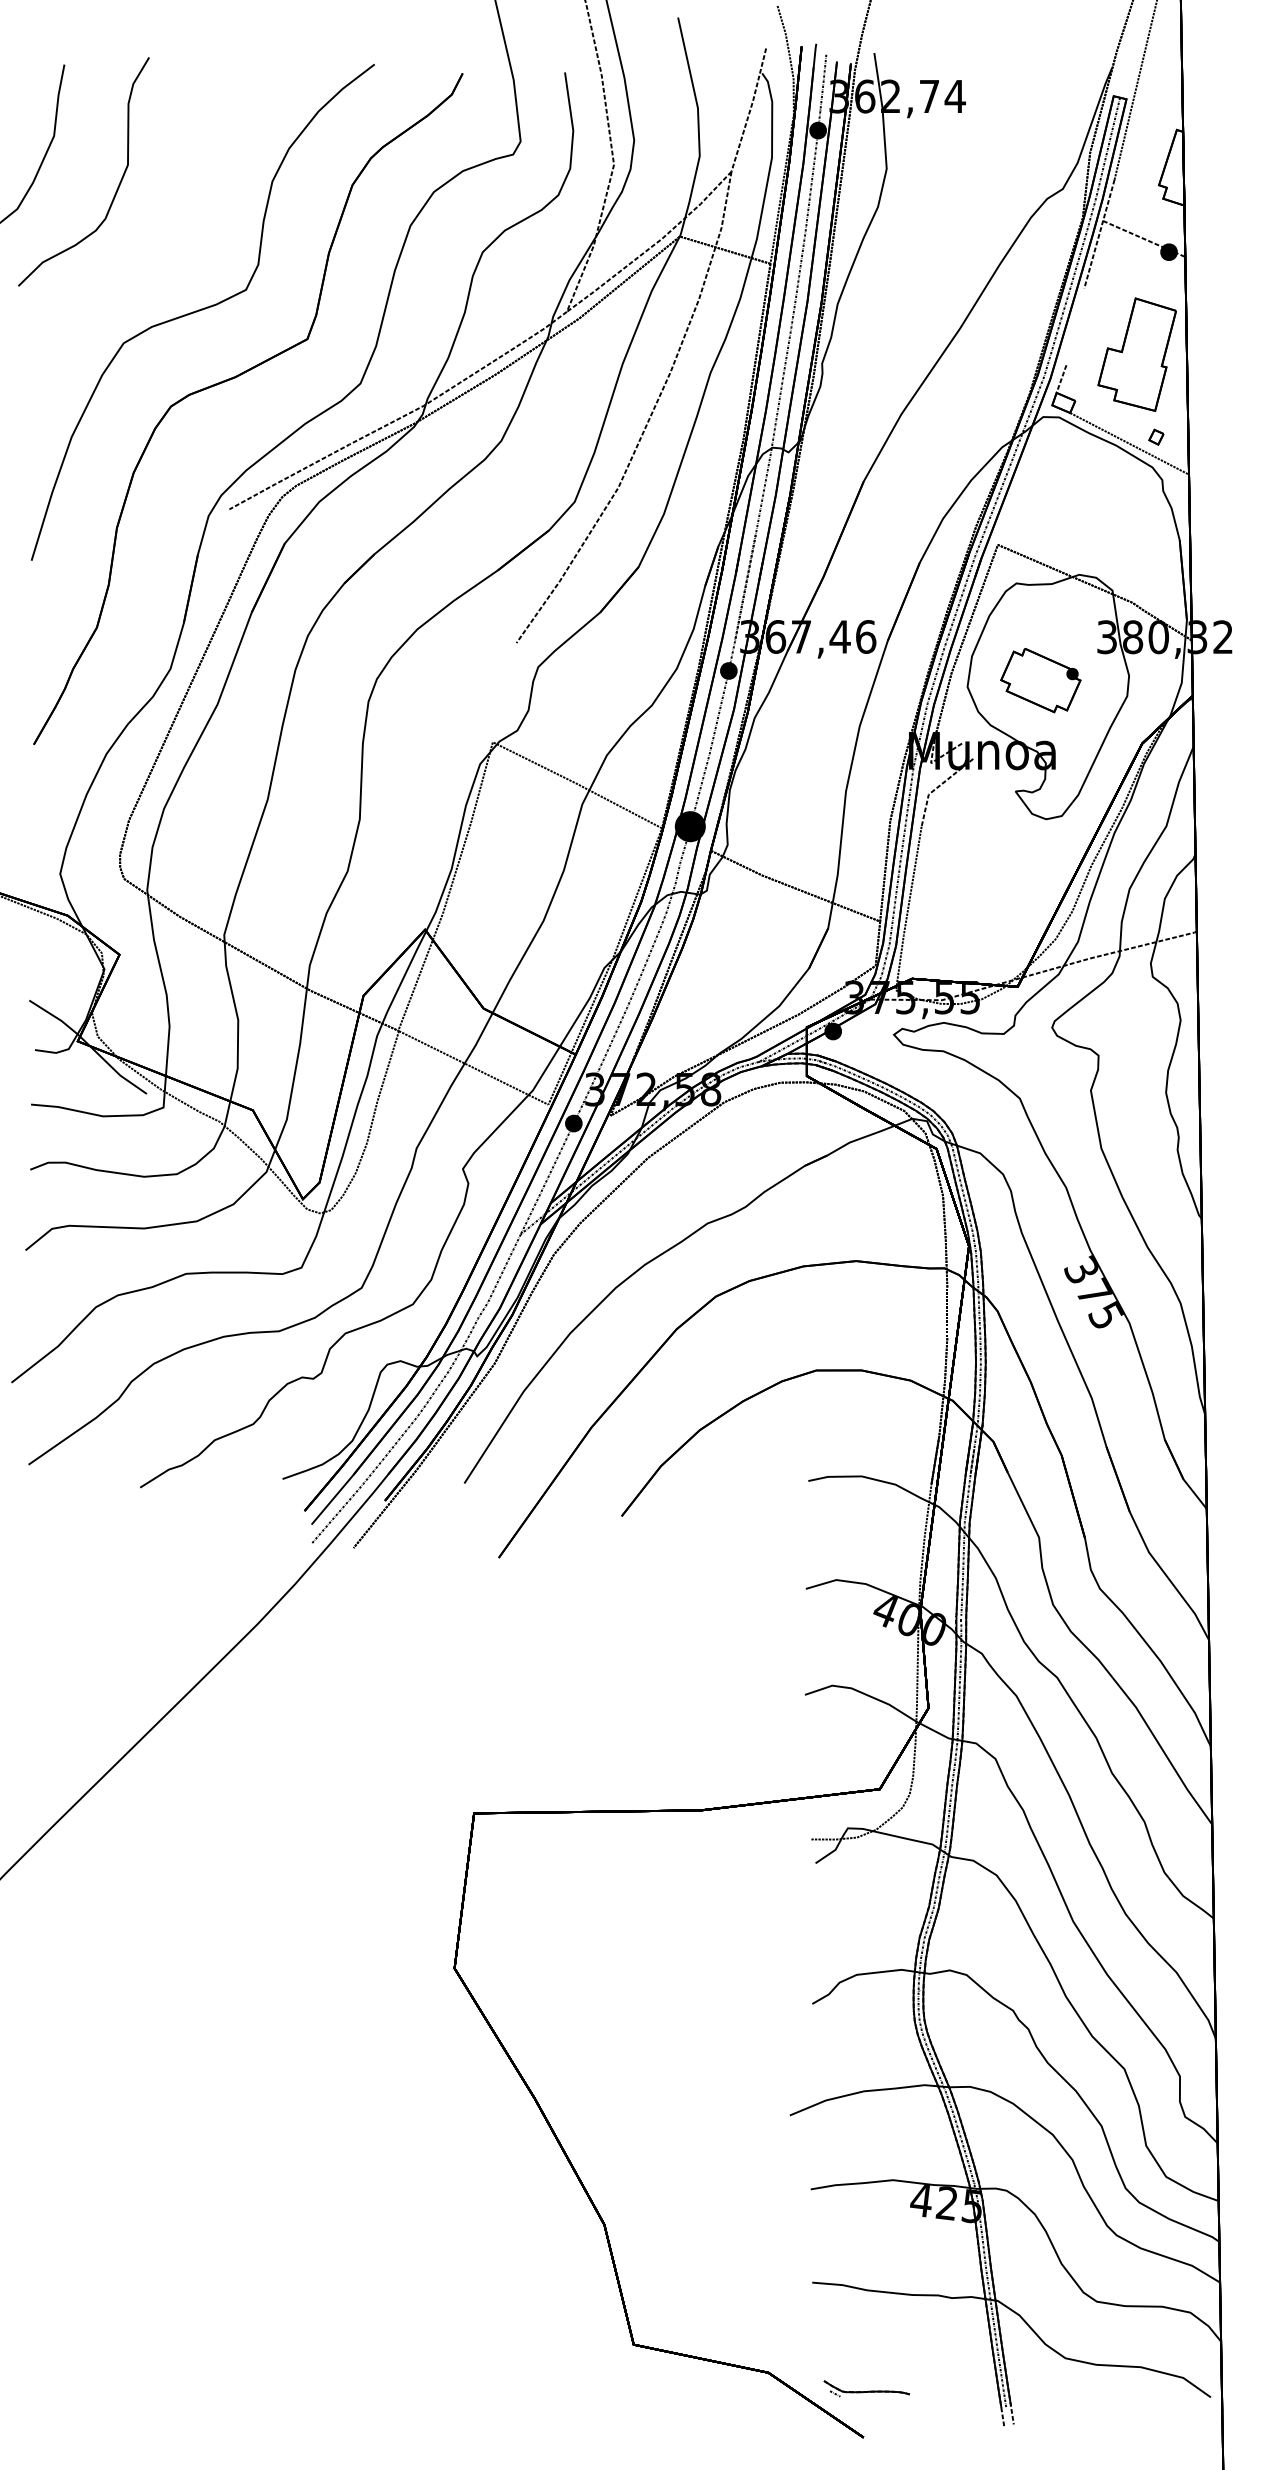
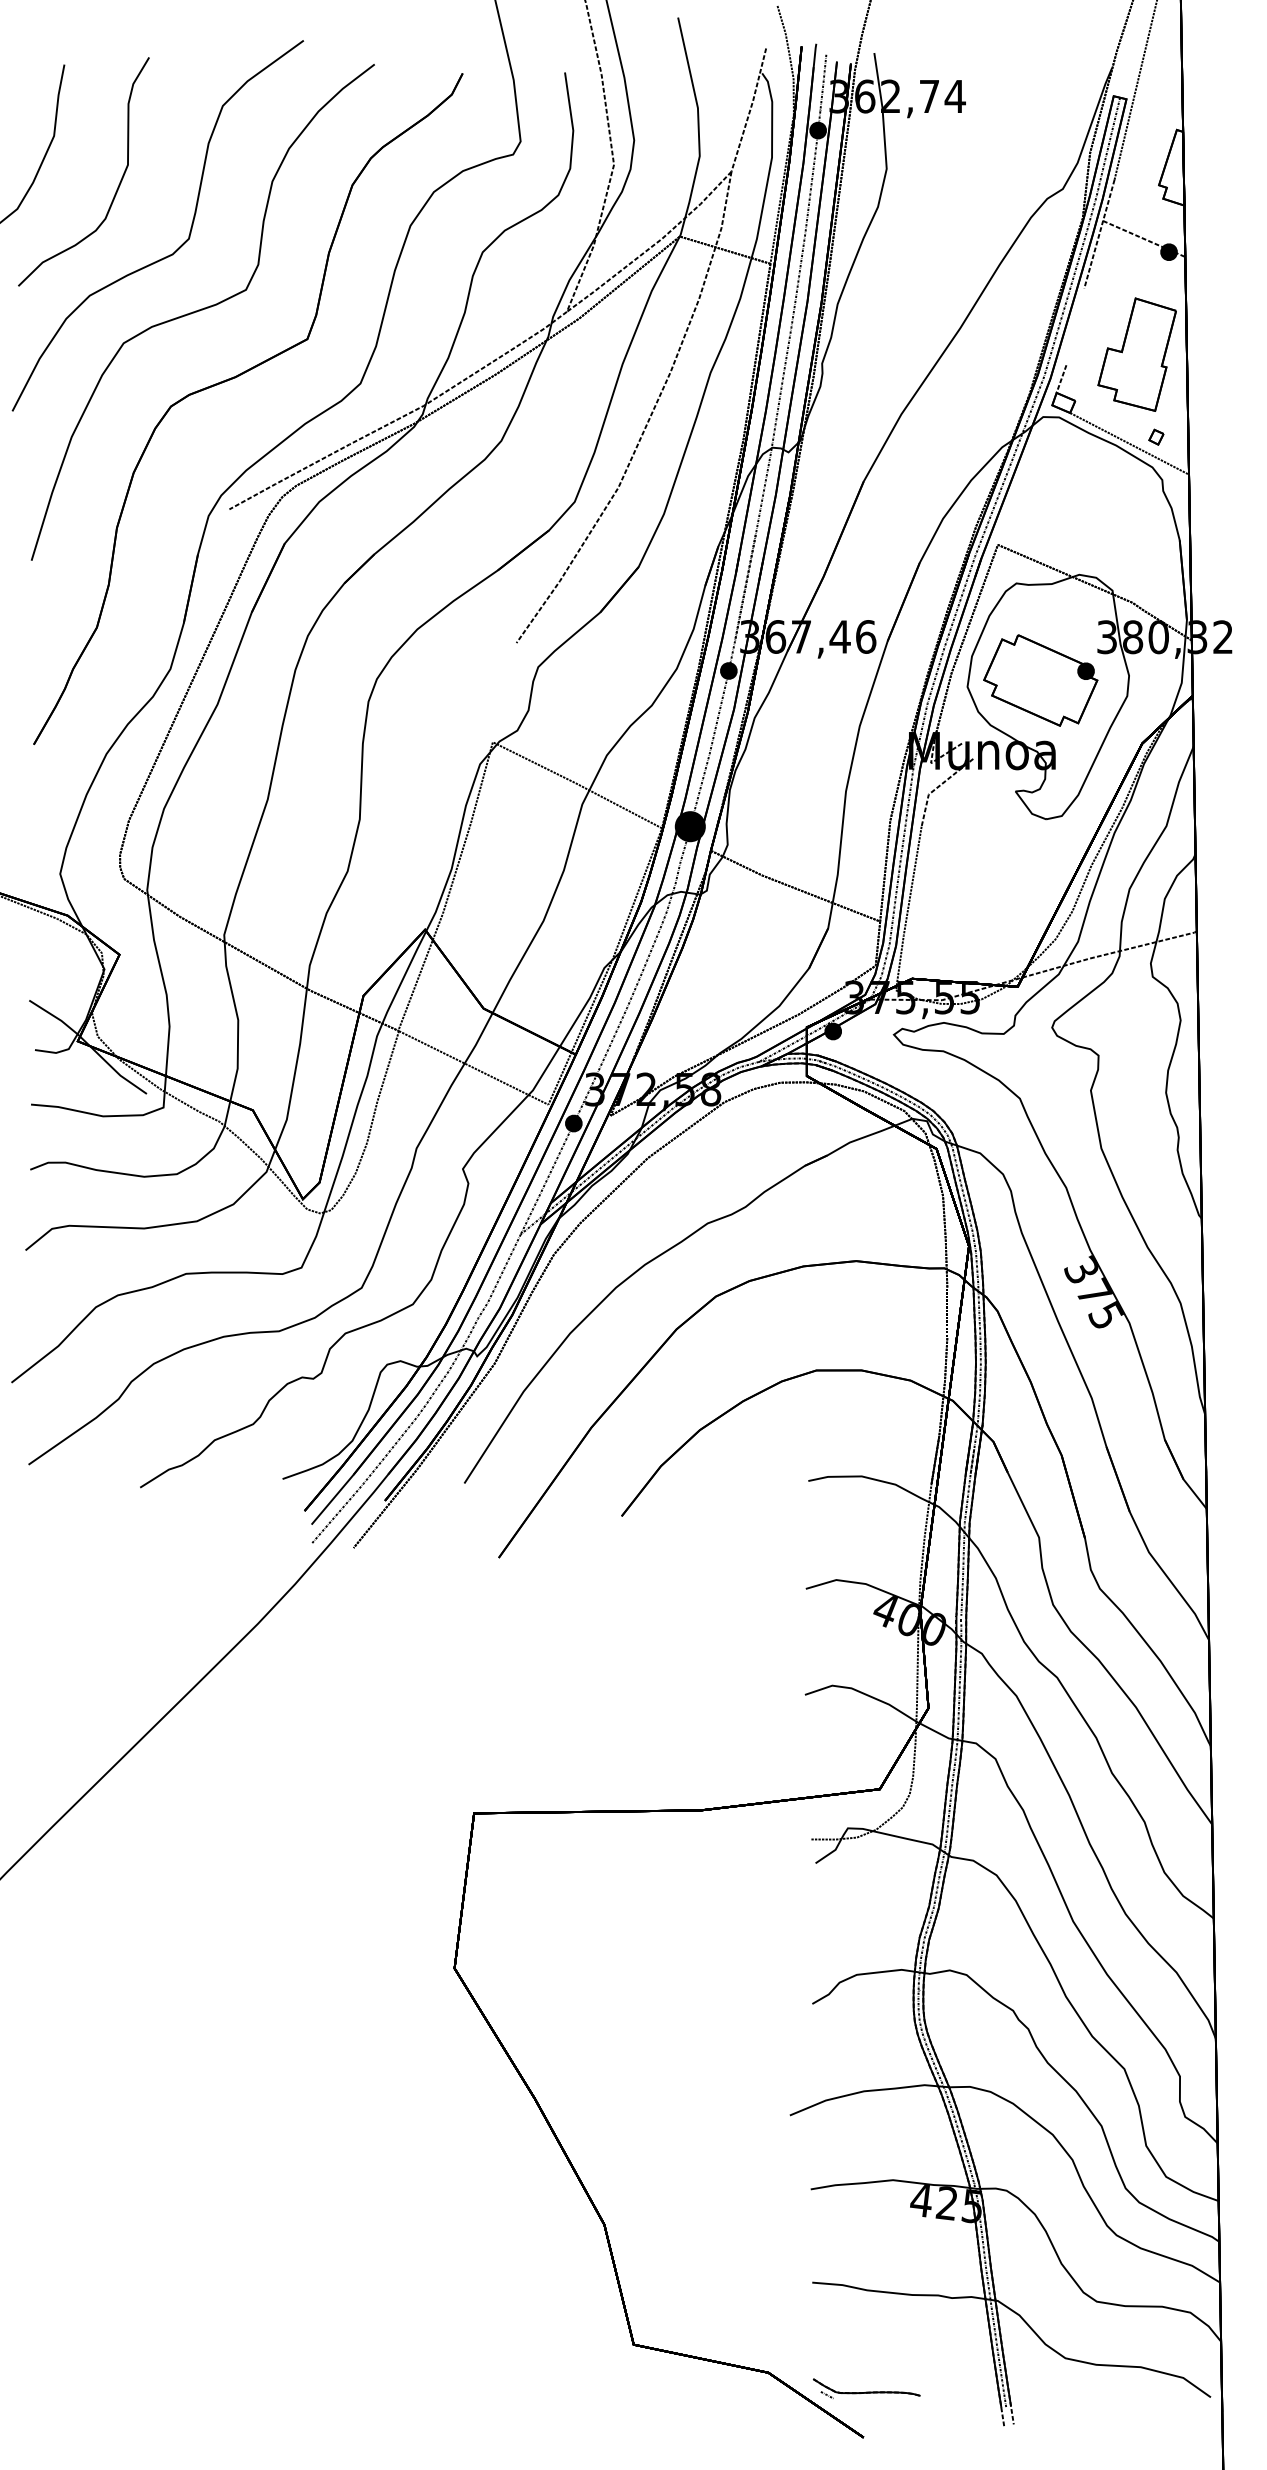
curve at (179, 246): none -> present
part at (1040, 680) size: 82x66 px -> 116x93 px
part at (866, 2388) size: 87x18 px -> 108x21 px
